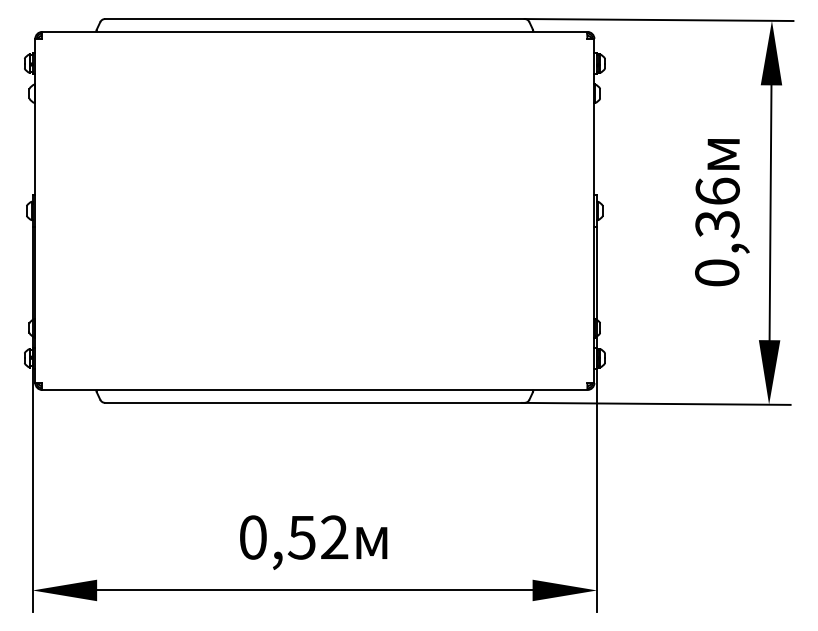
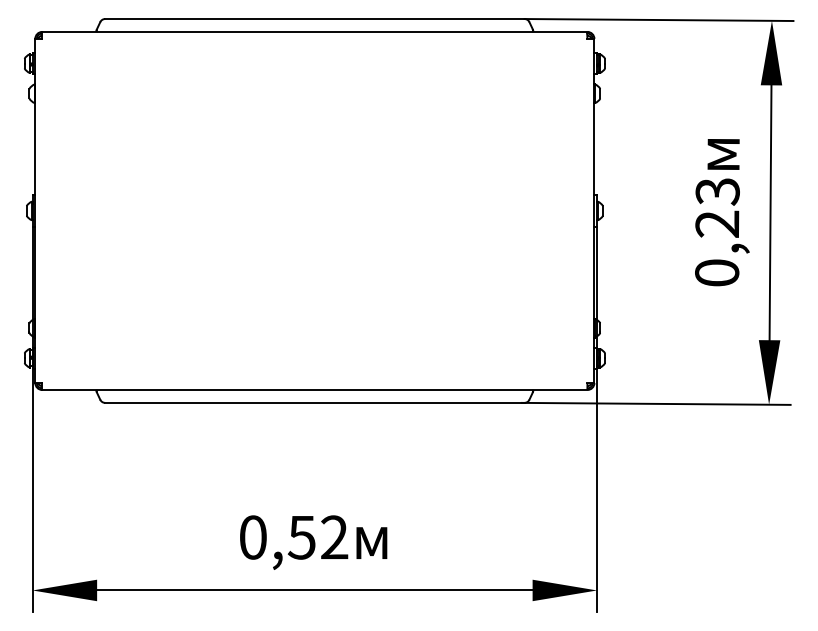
text at (717, 207): 0,36 -> 0,23
